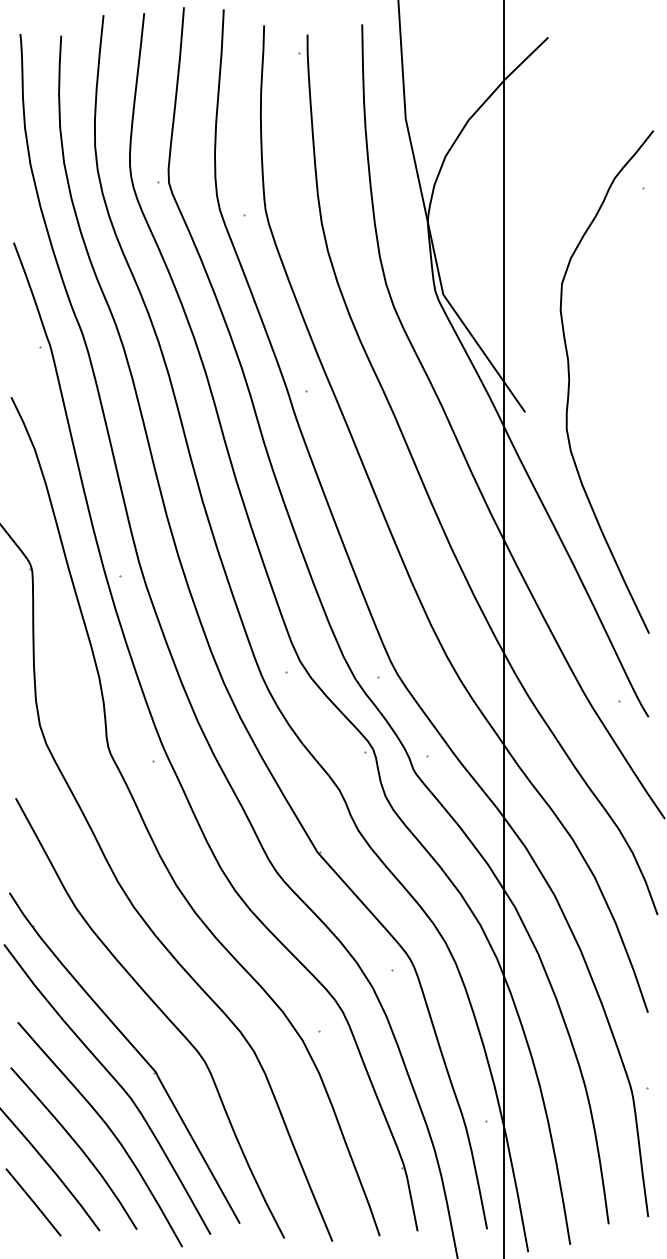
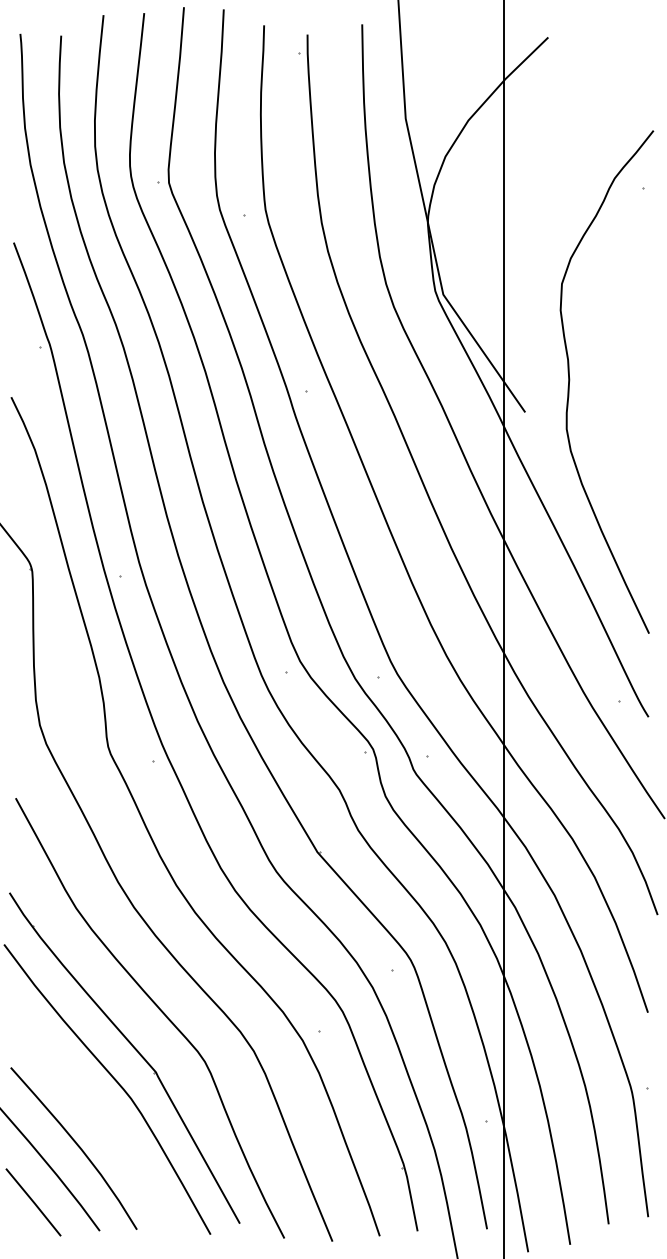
curve at (106, 1126): present -> none
